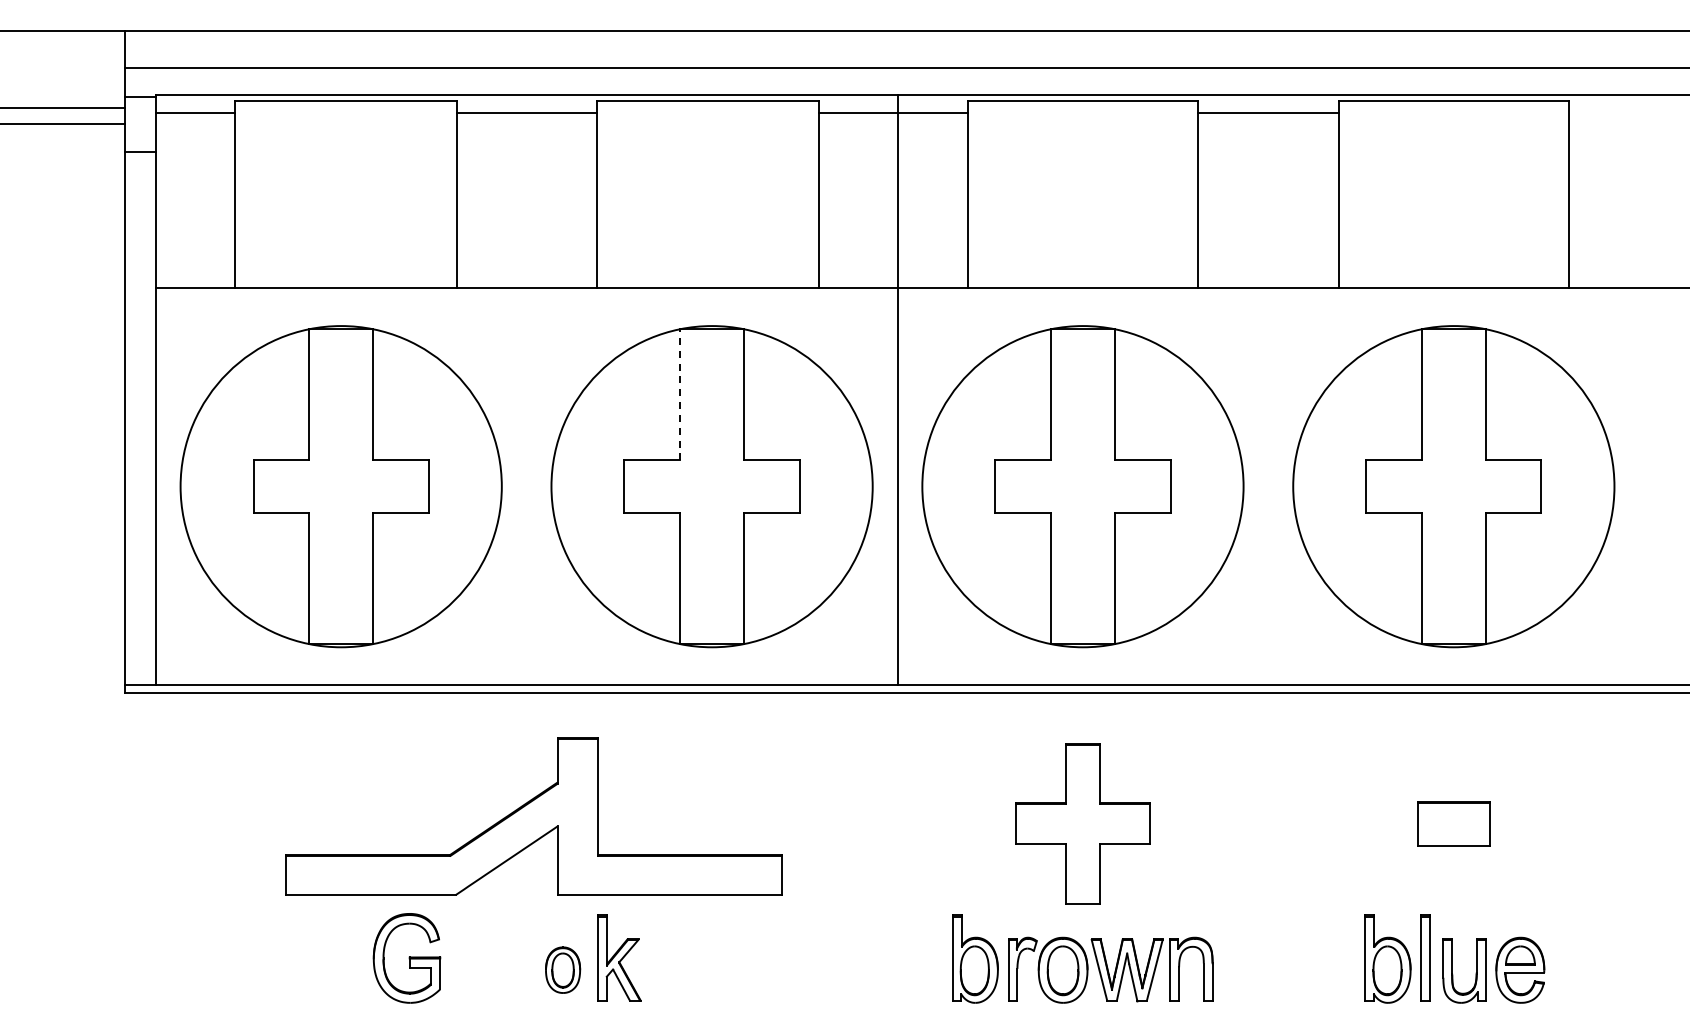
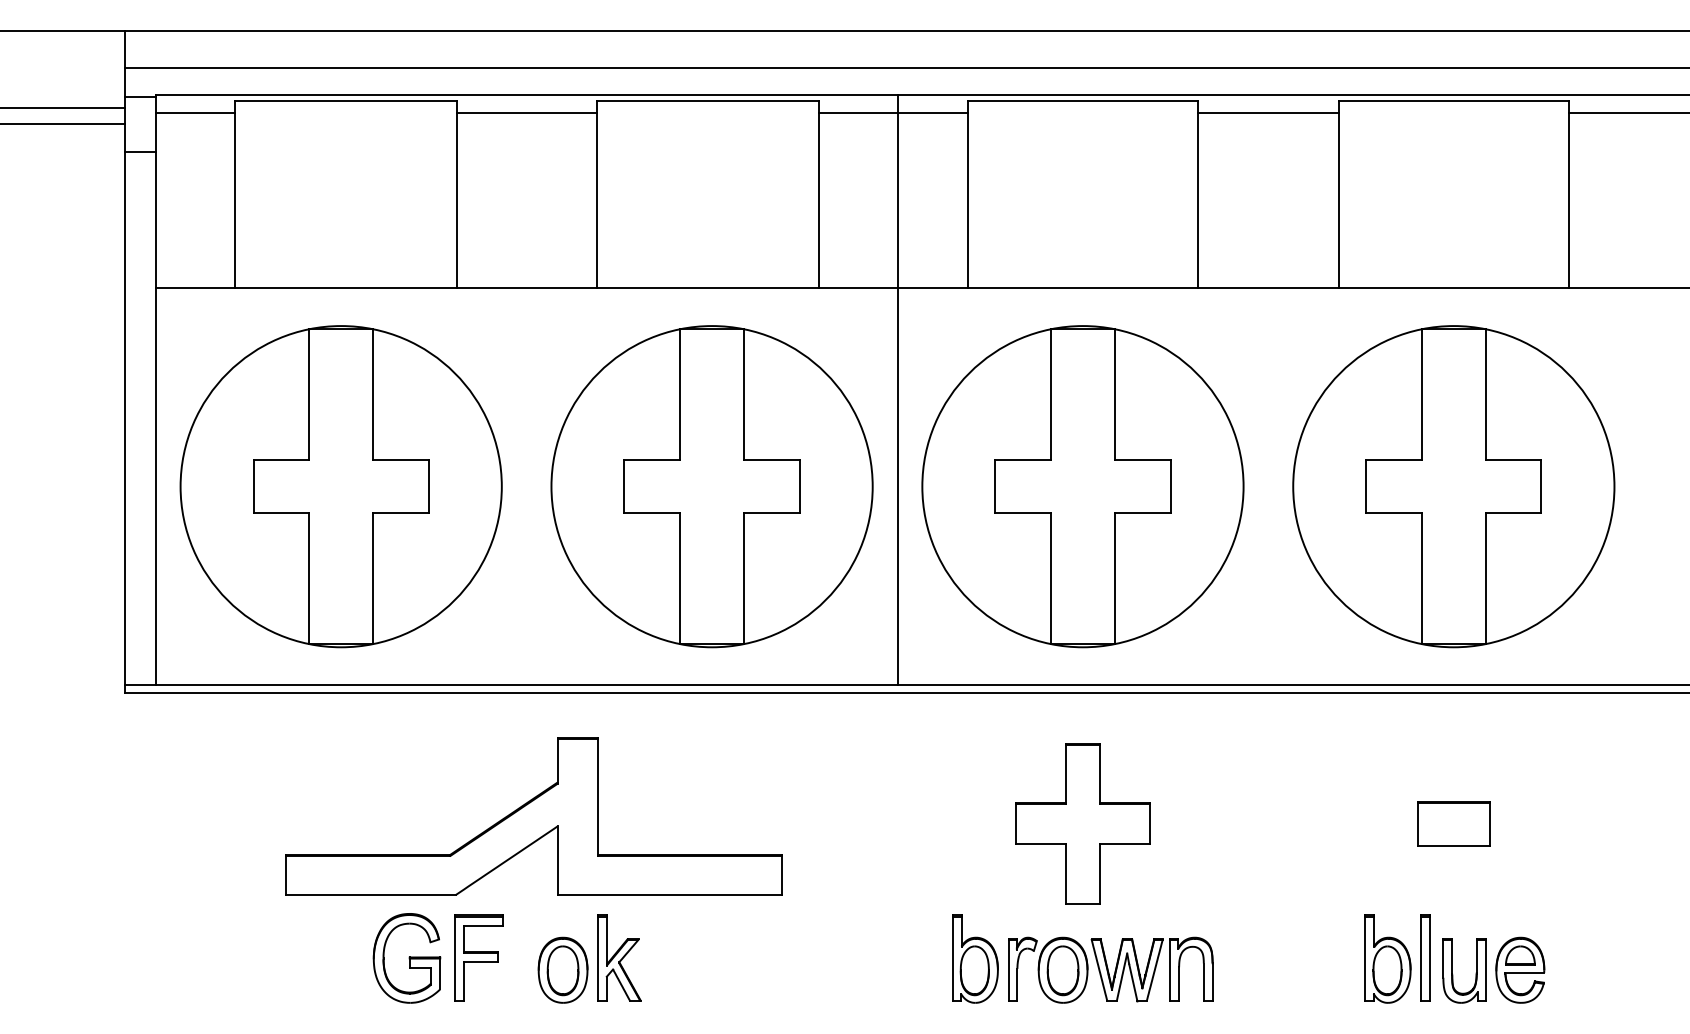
line at (1627, 112): none -> present
line at (679, 394): dashed -> solid
part at (478, 957): none -> present
part at (563, 969) size: 37x48 px -> 52x68 px
